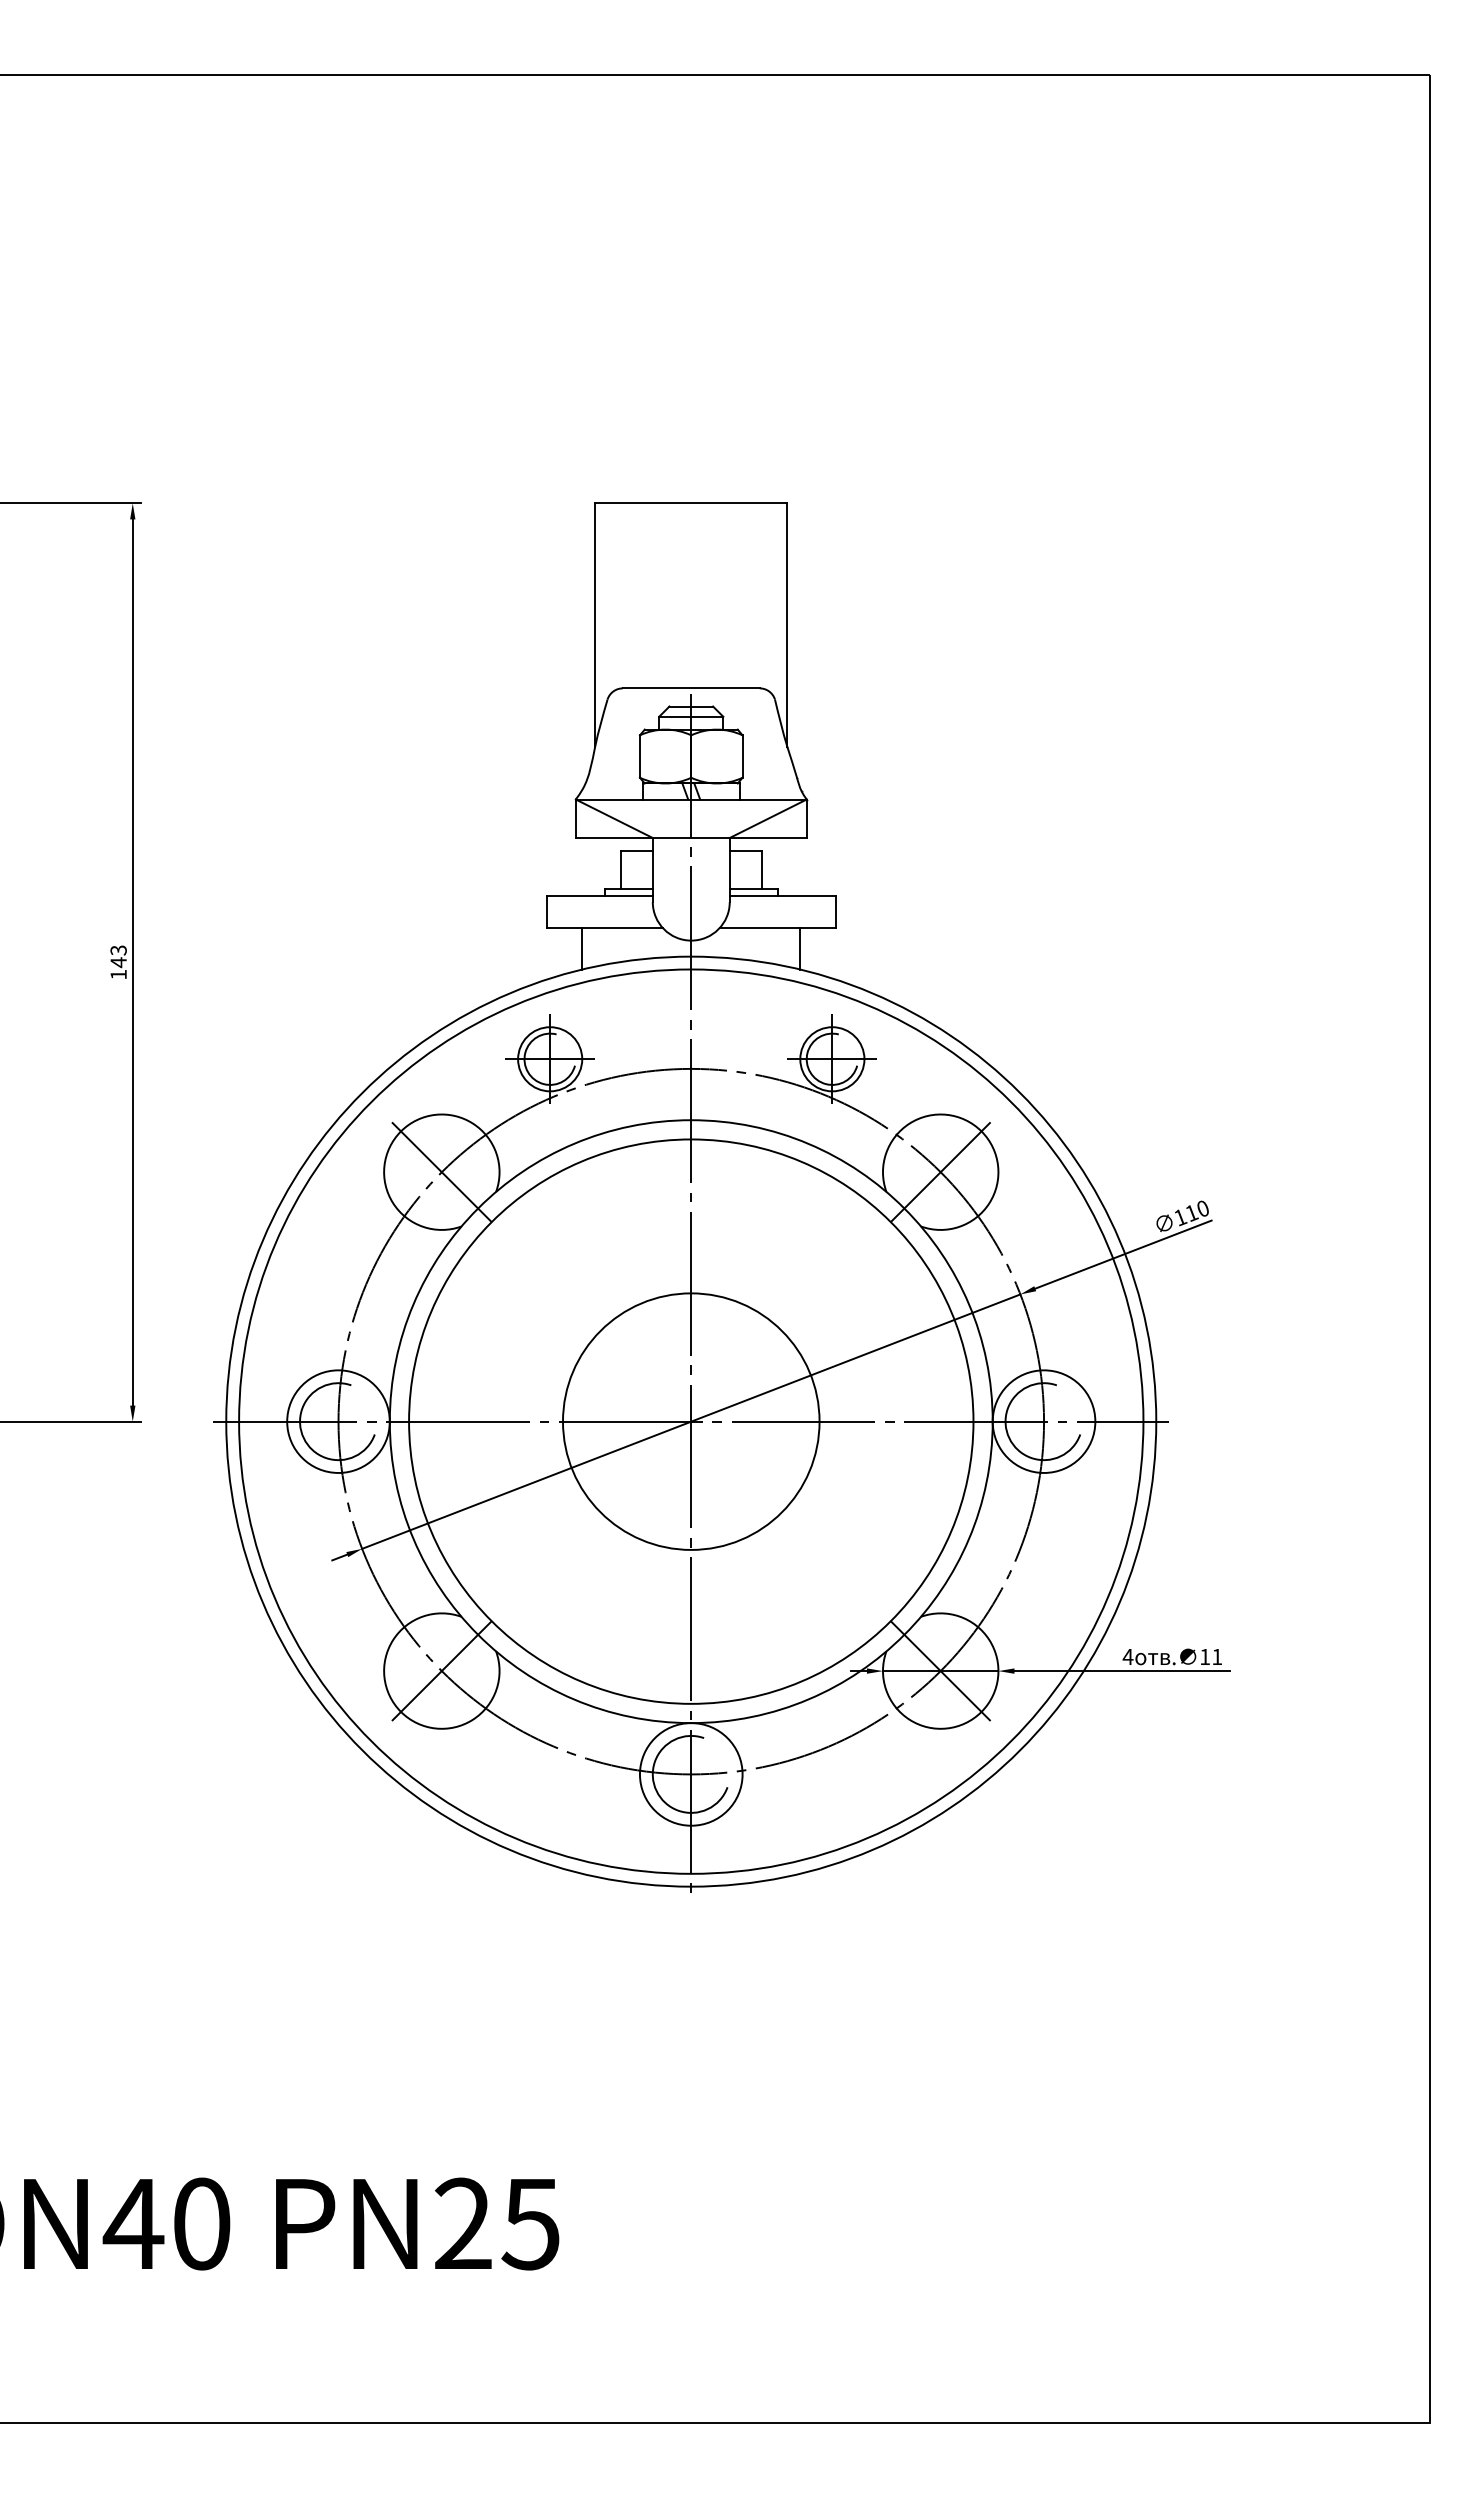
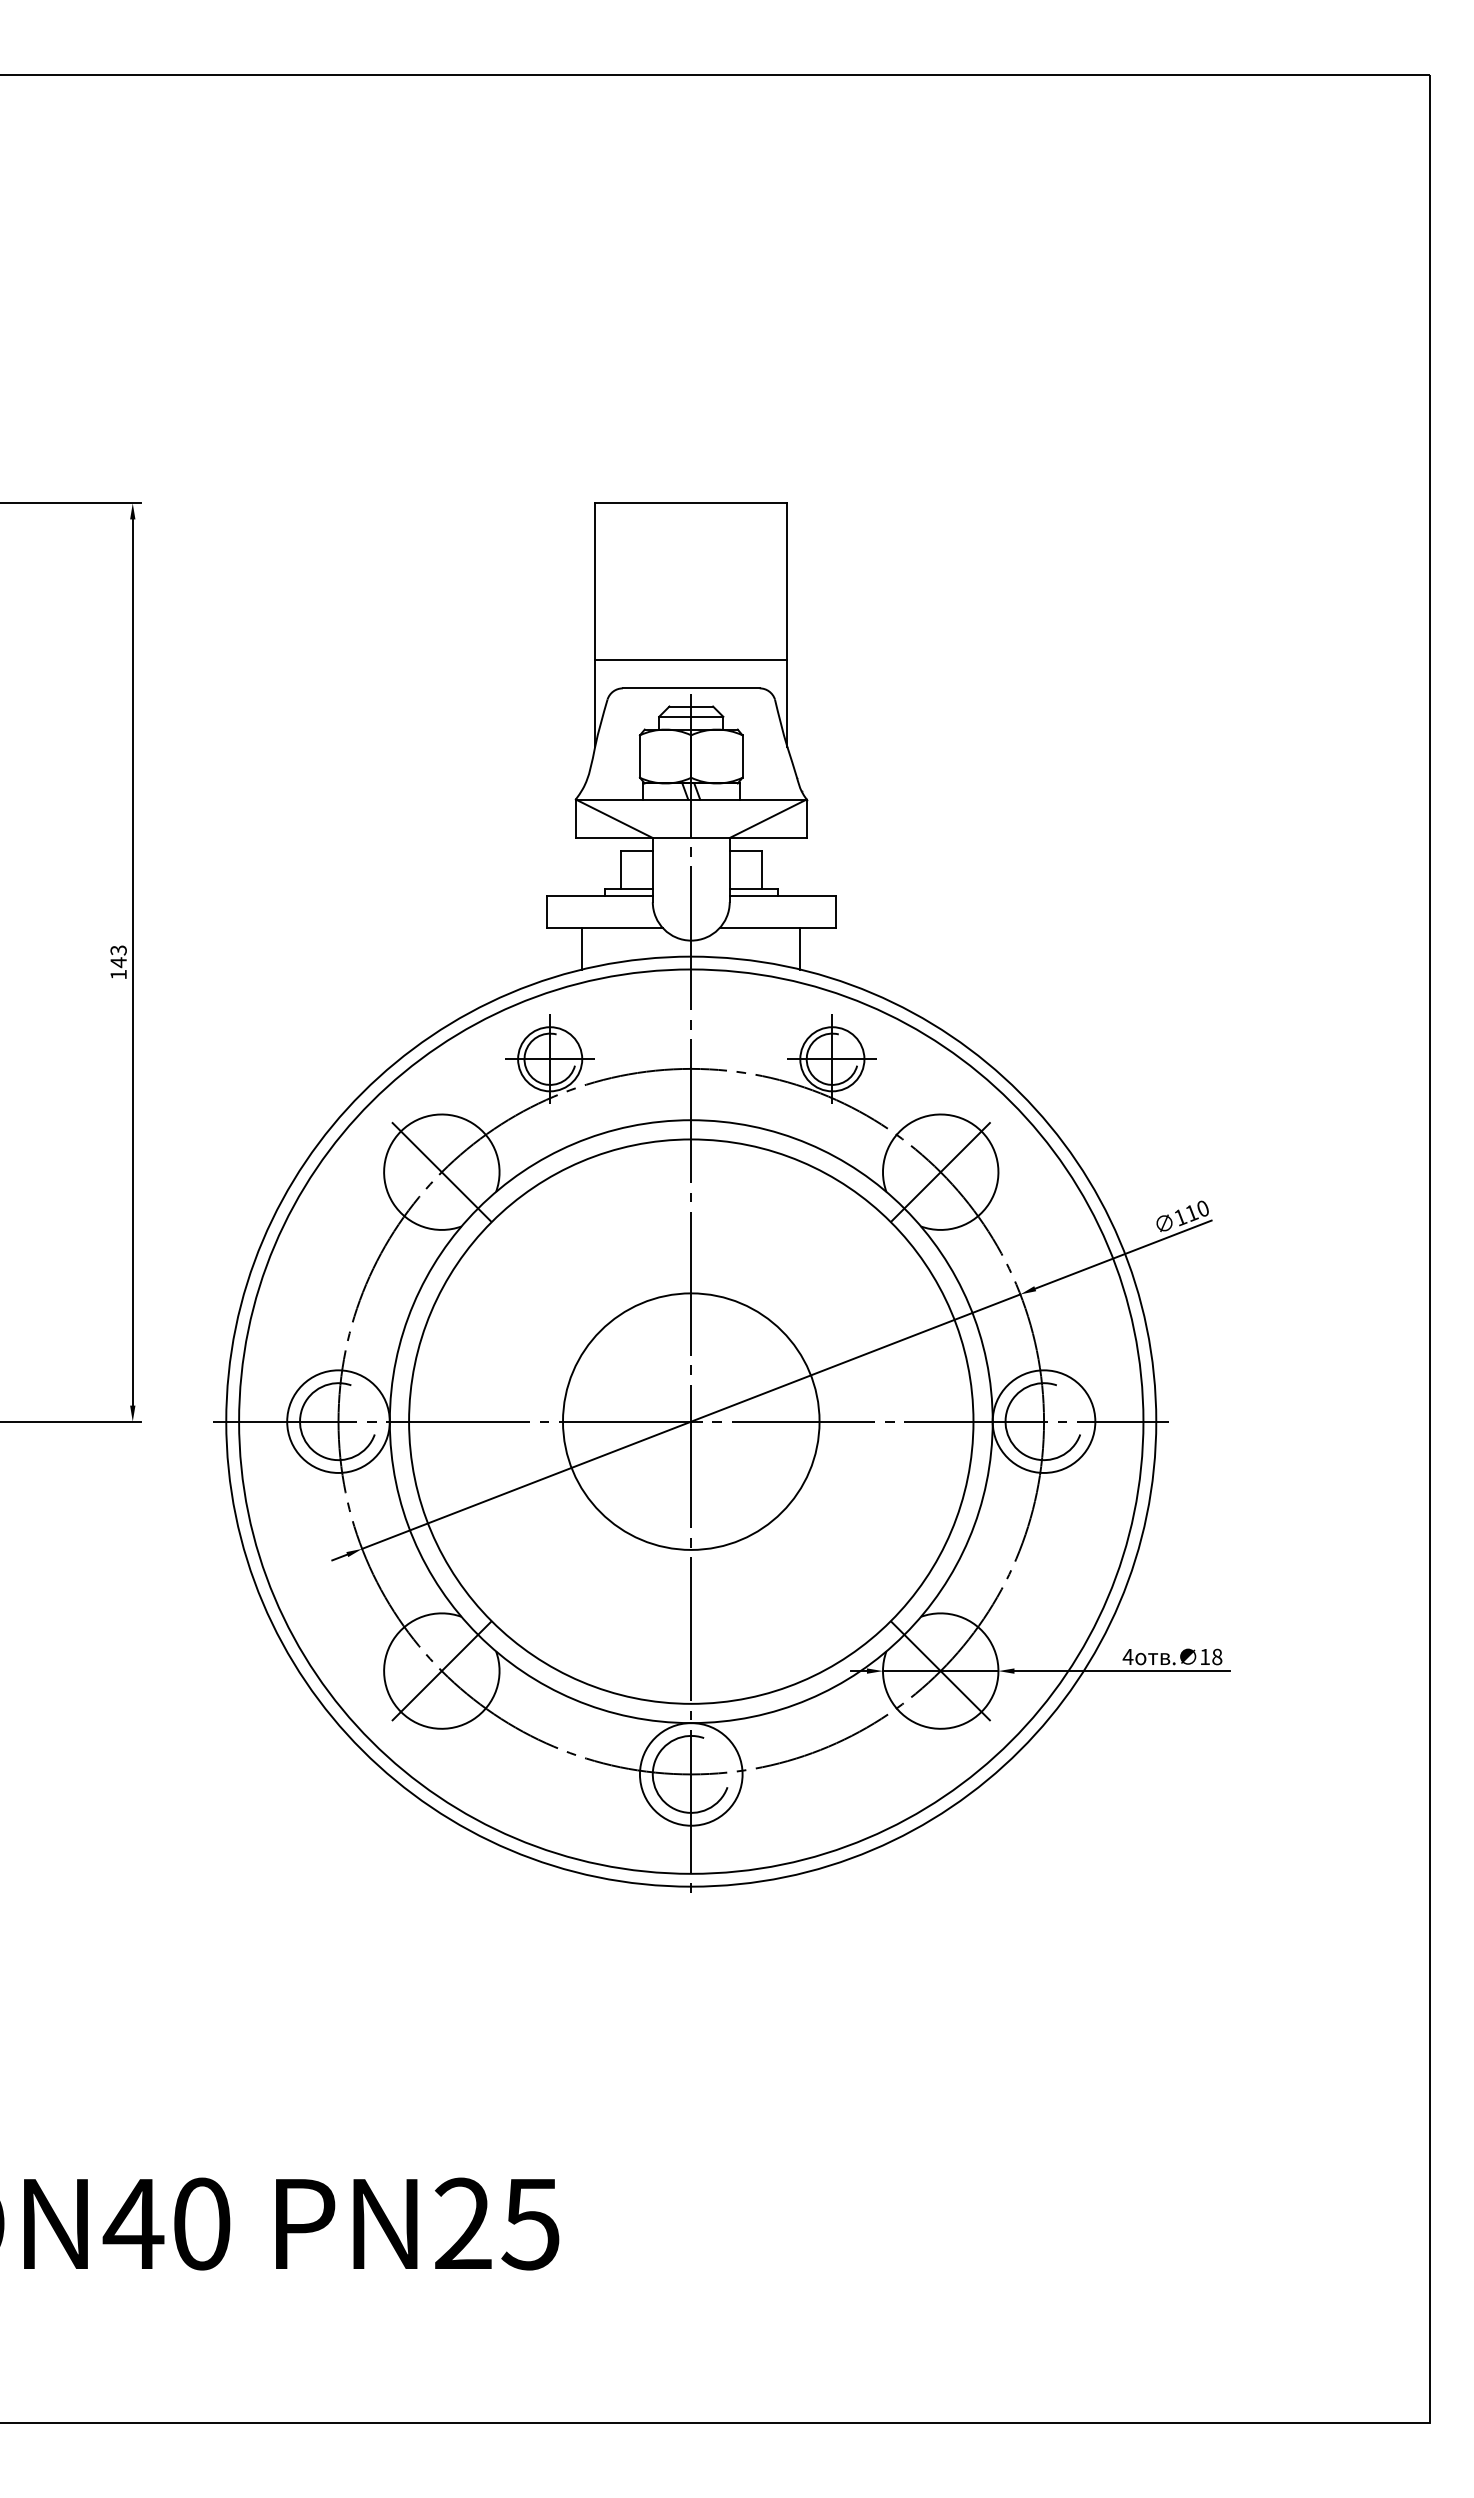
line at (691, 659): none -> present
text at (1217, 1656): 11 -> 18
